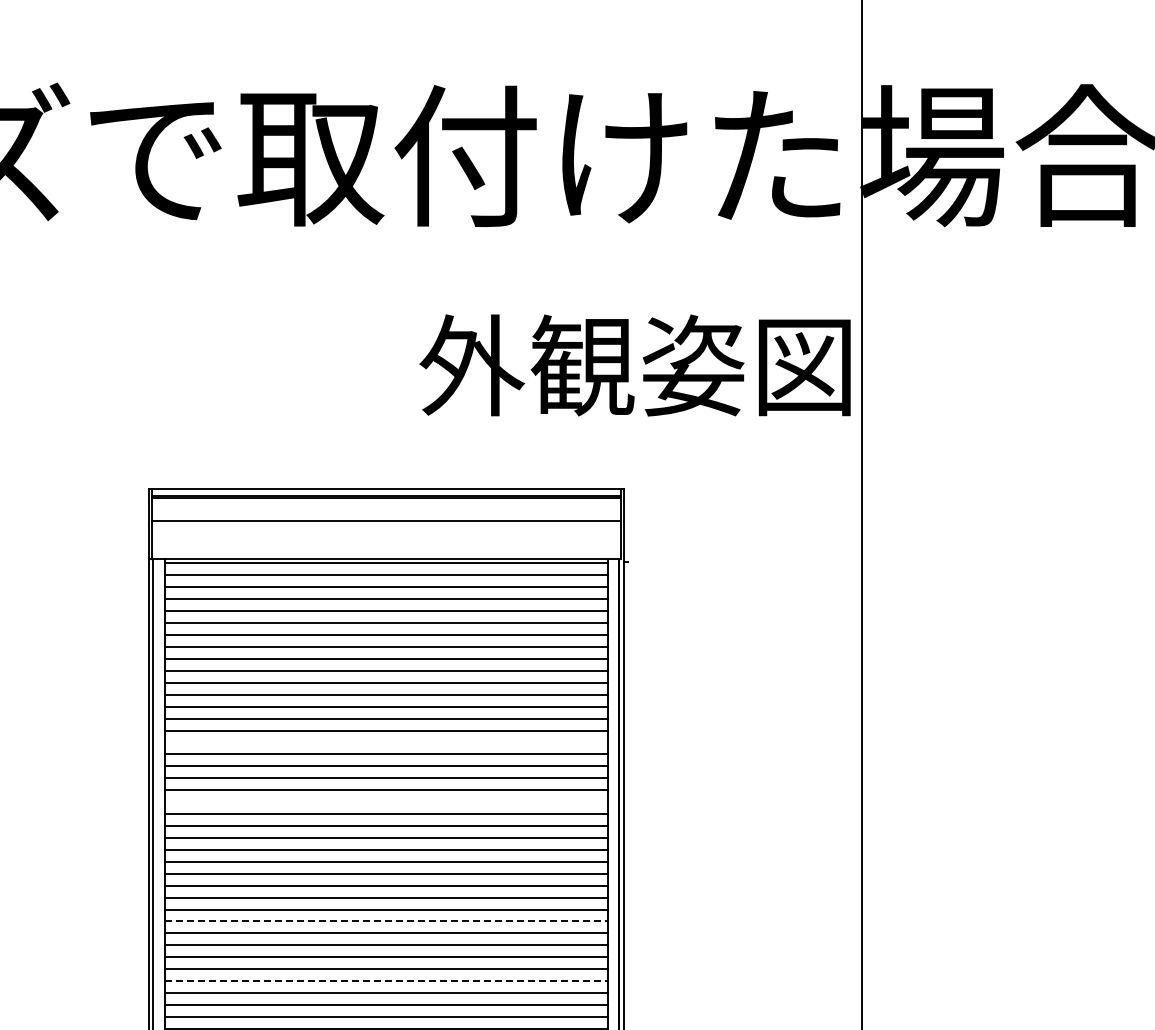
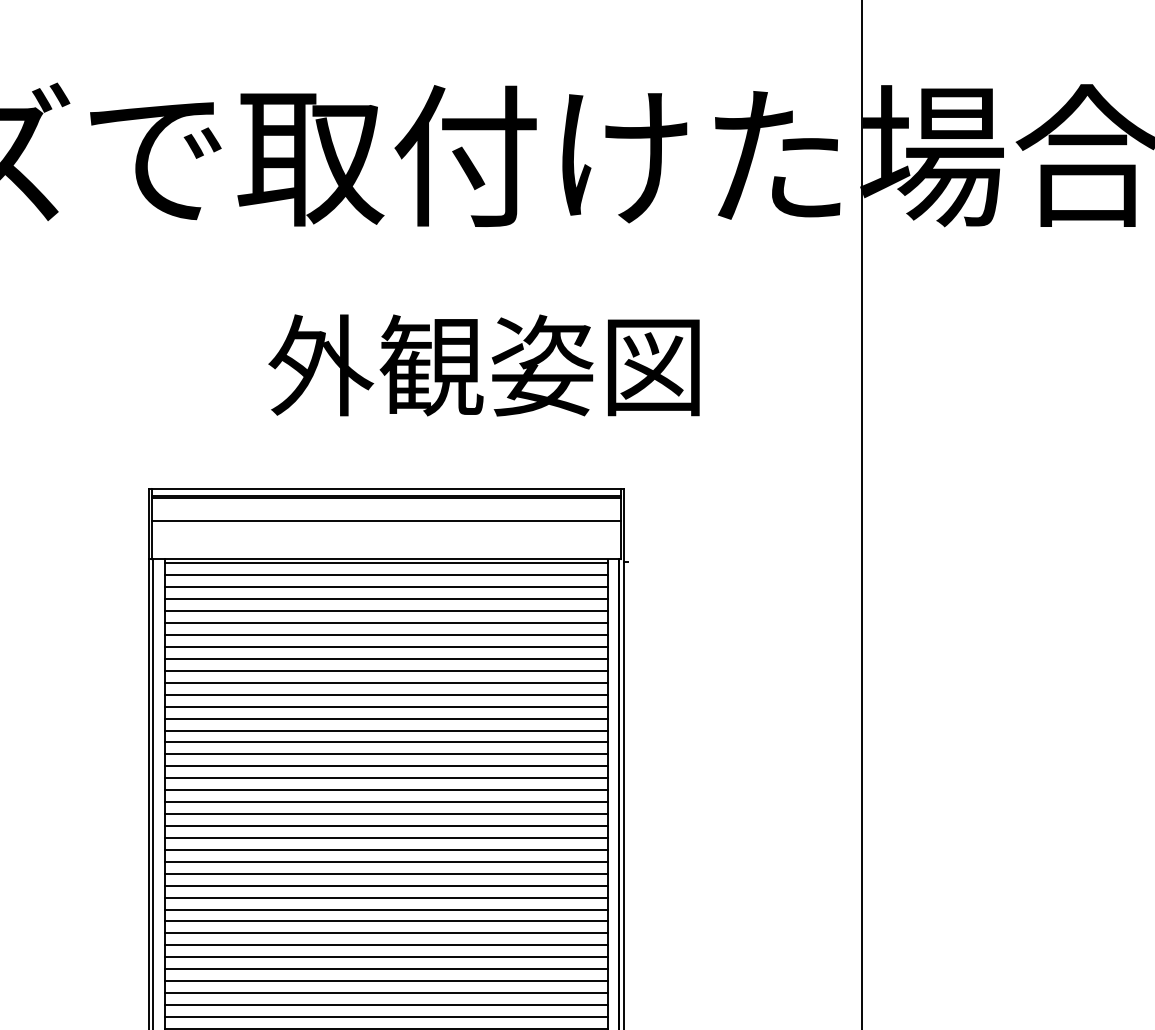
text at (634, 365) position: (634, 365) -> (483, 365)
line at (386, 742): none -> present
line at (386, 802): none -> present
line at (386, 921): dashed -> solid
line at (386, 981): dashed -> solid
